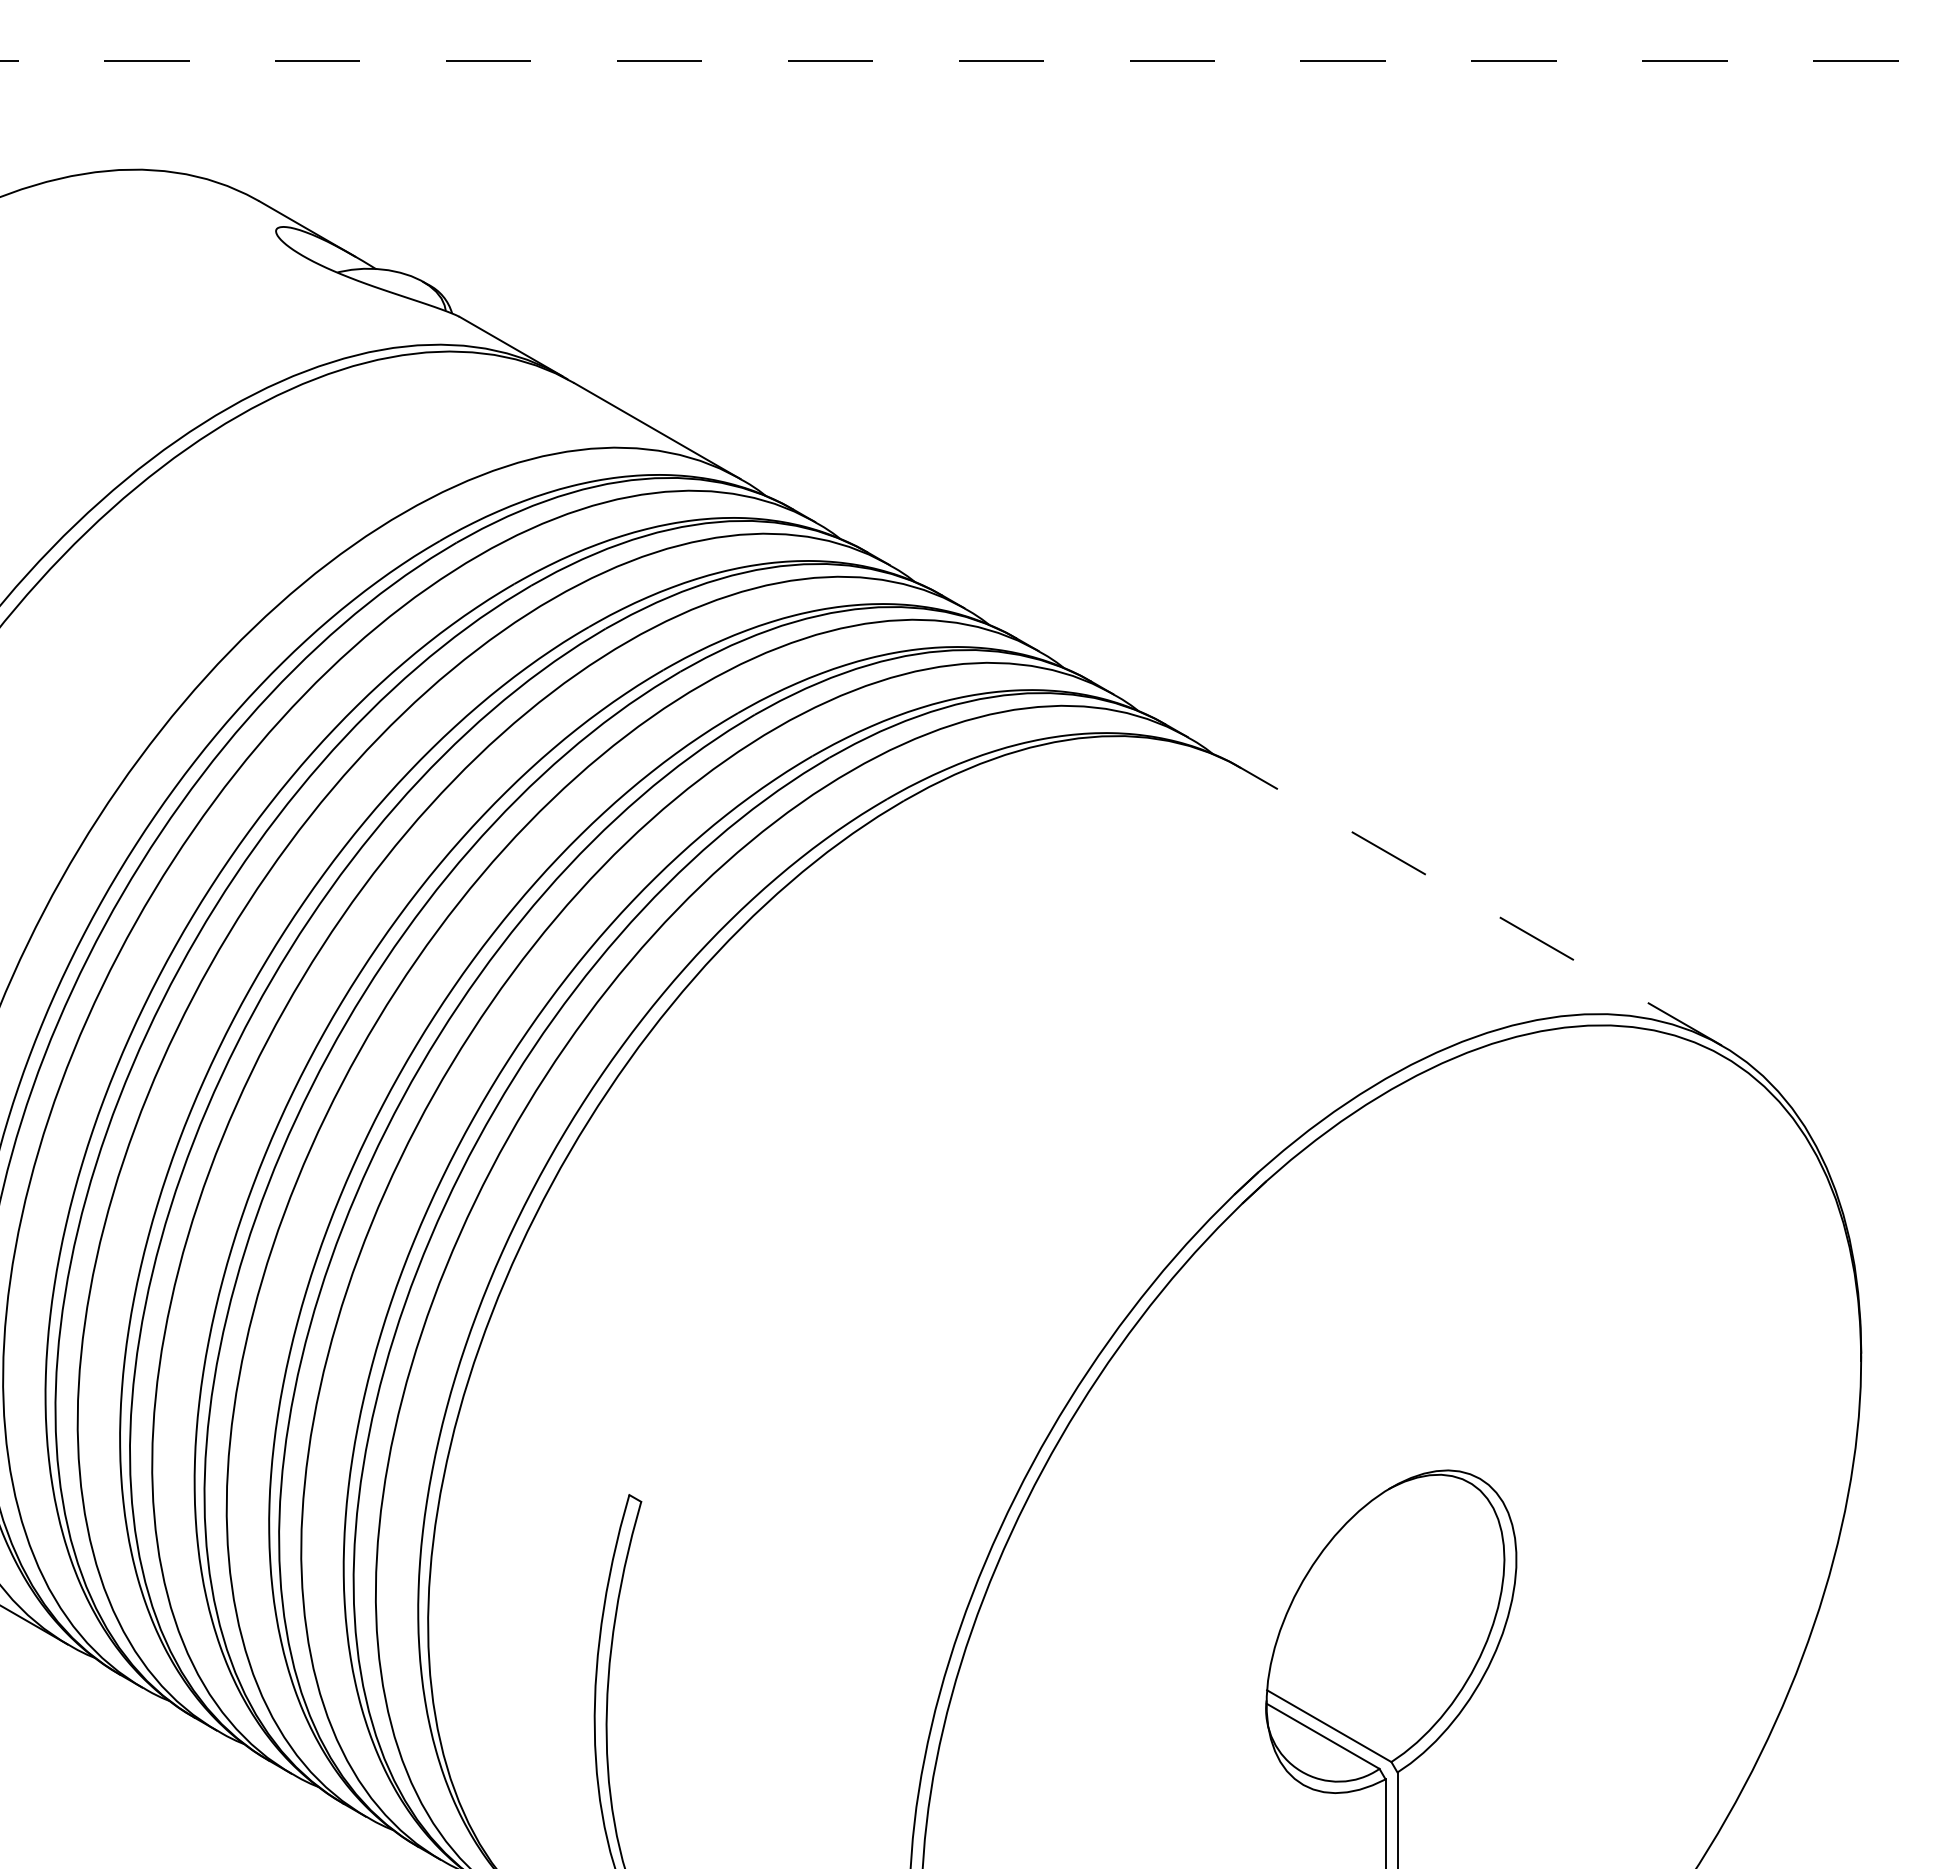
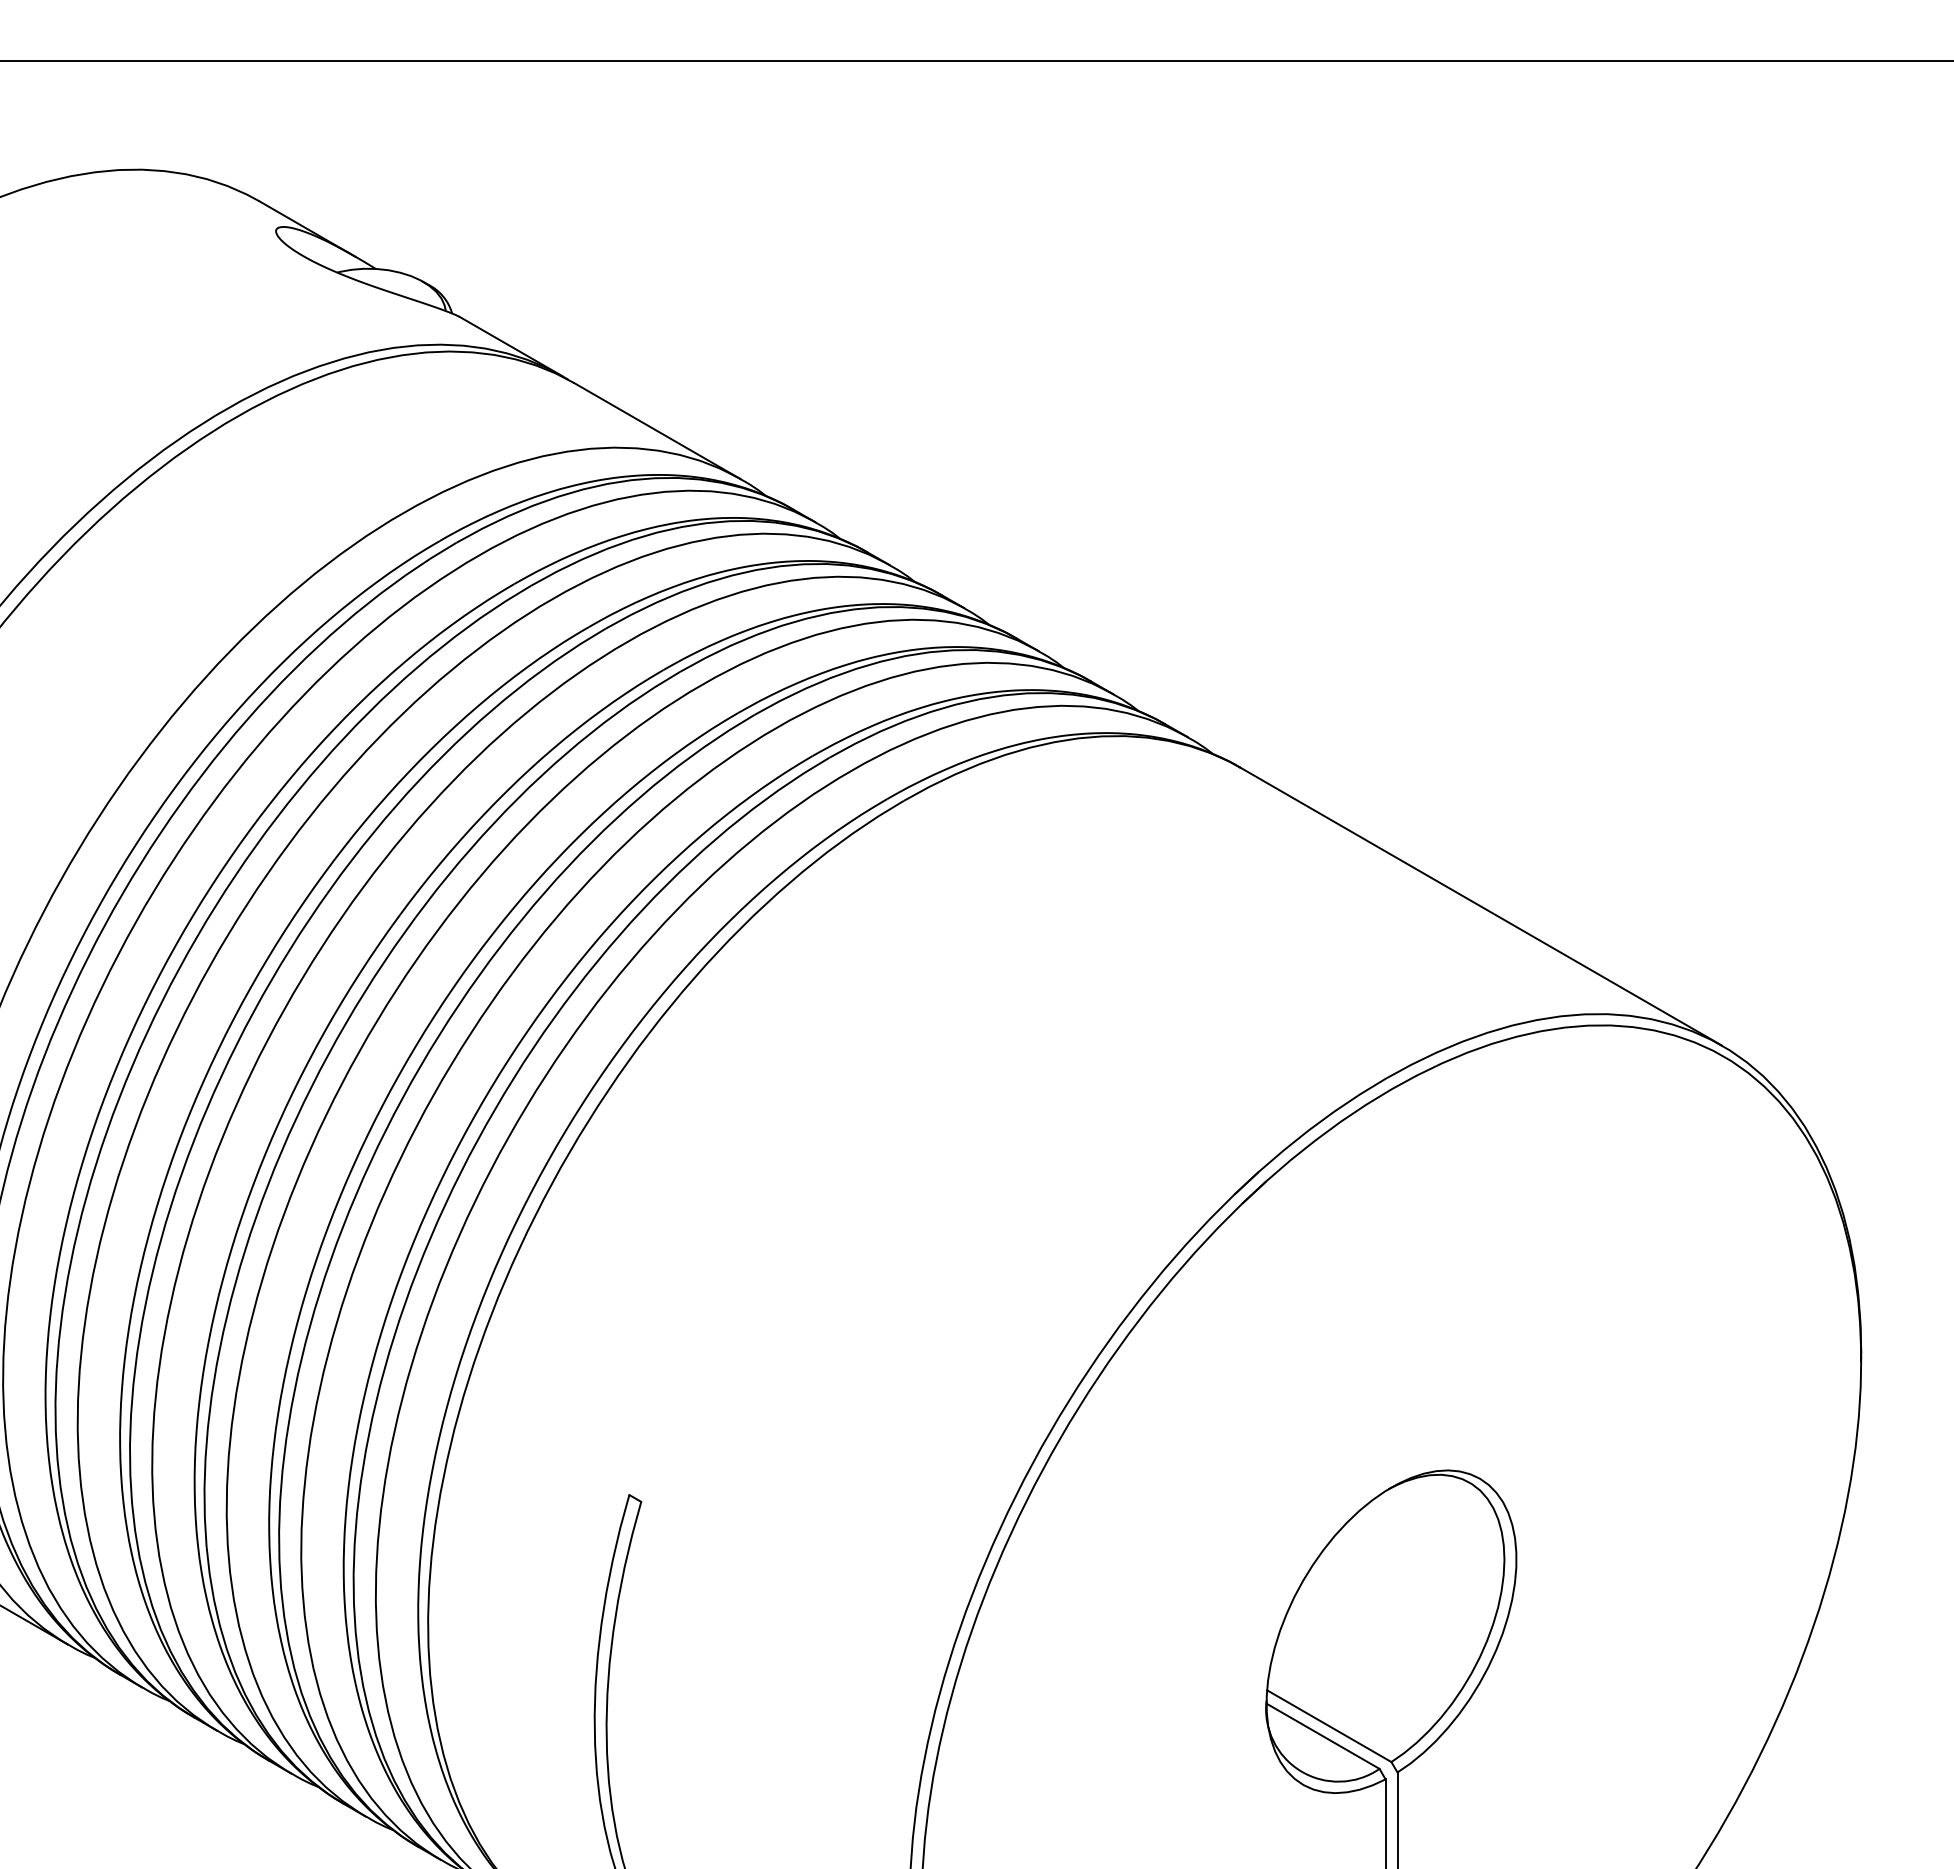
line at (977, 61): dashed -> solid
line at (1480, 906): dashed -> solid
